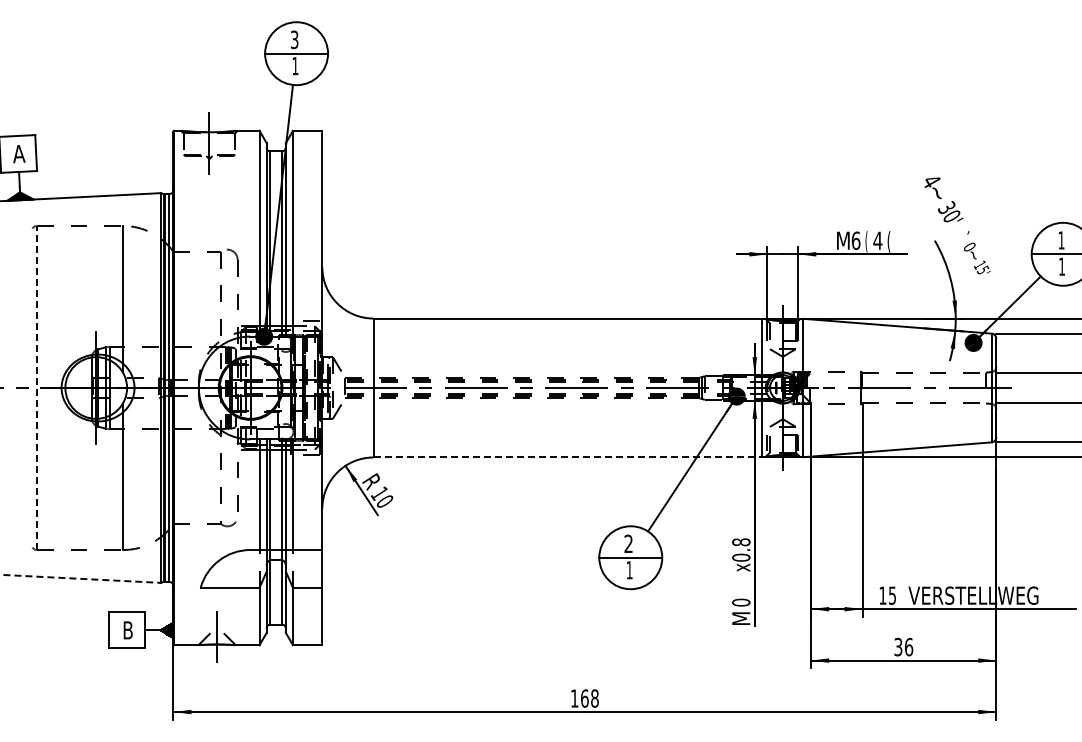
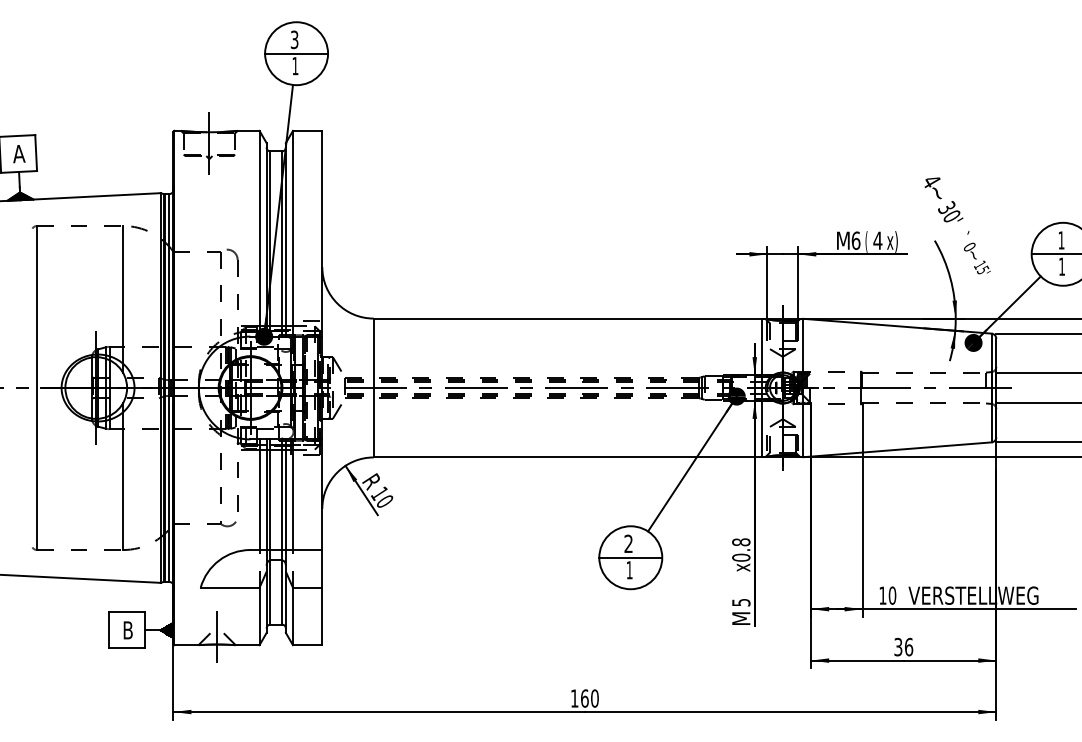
text at (892, 241): ( -> x)
line at (36, 387): dashed -> solid
line at (568, 457): dashed -> solid
line at (80, 578): dashed -> solid
text at (892, 595): 15 -> 10
text at (741, 602): 0 -> 5
text at (594, 698): 168 -> 160
